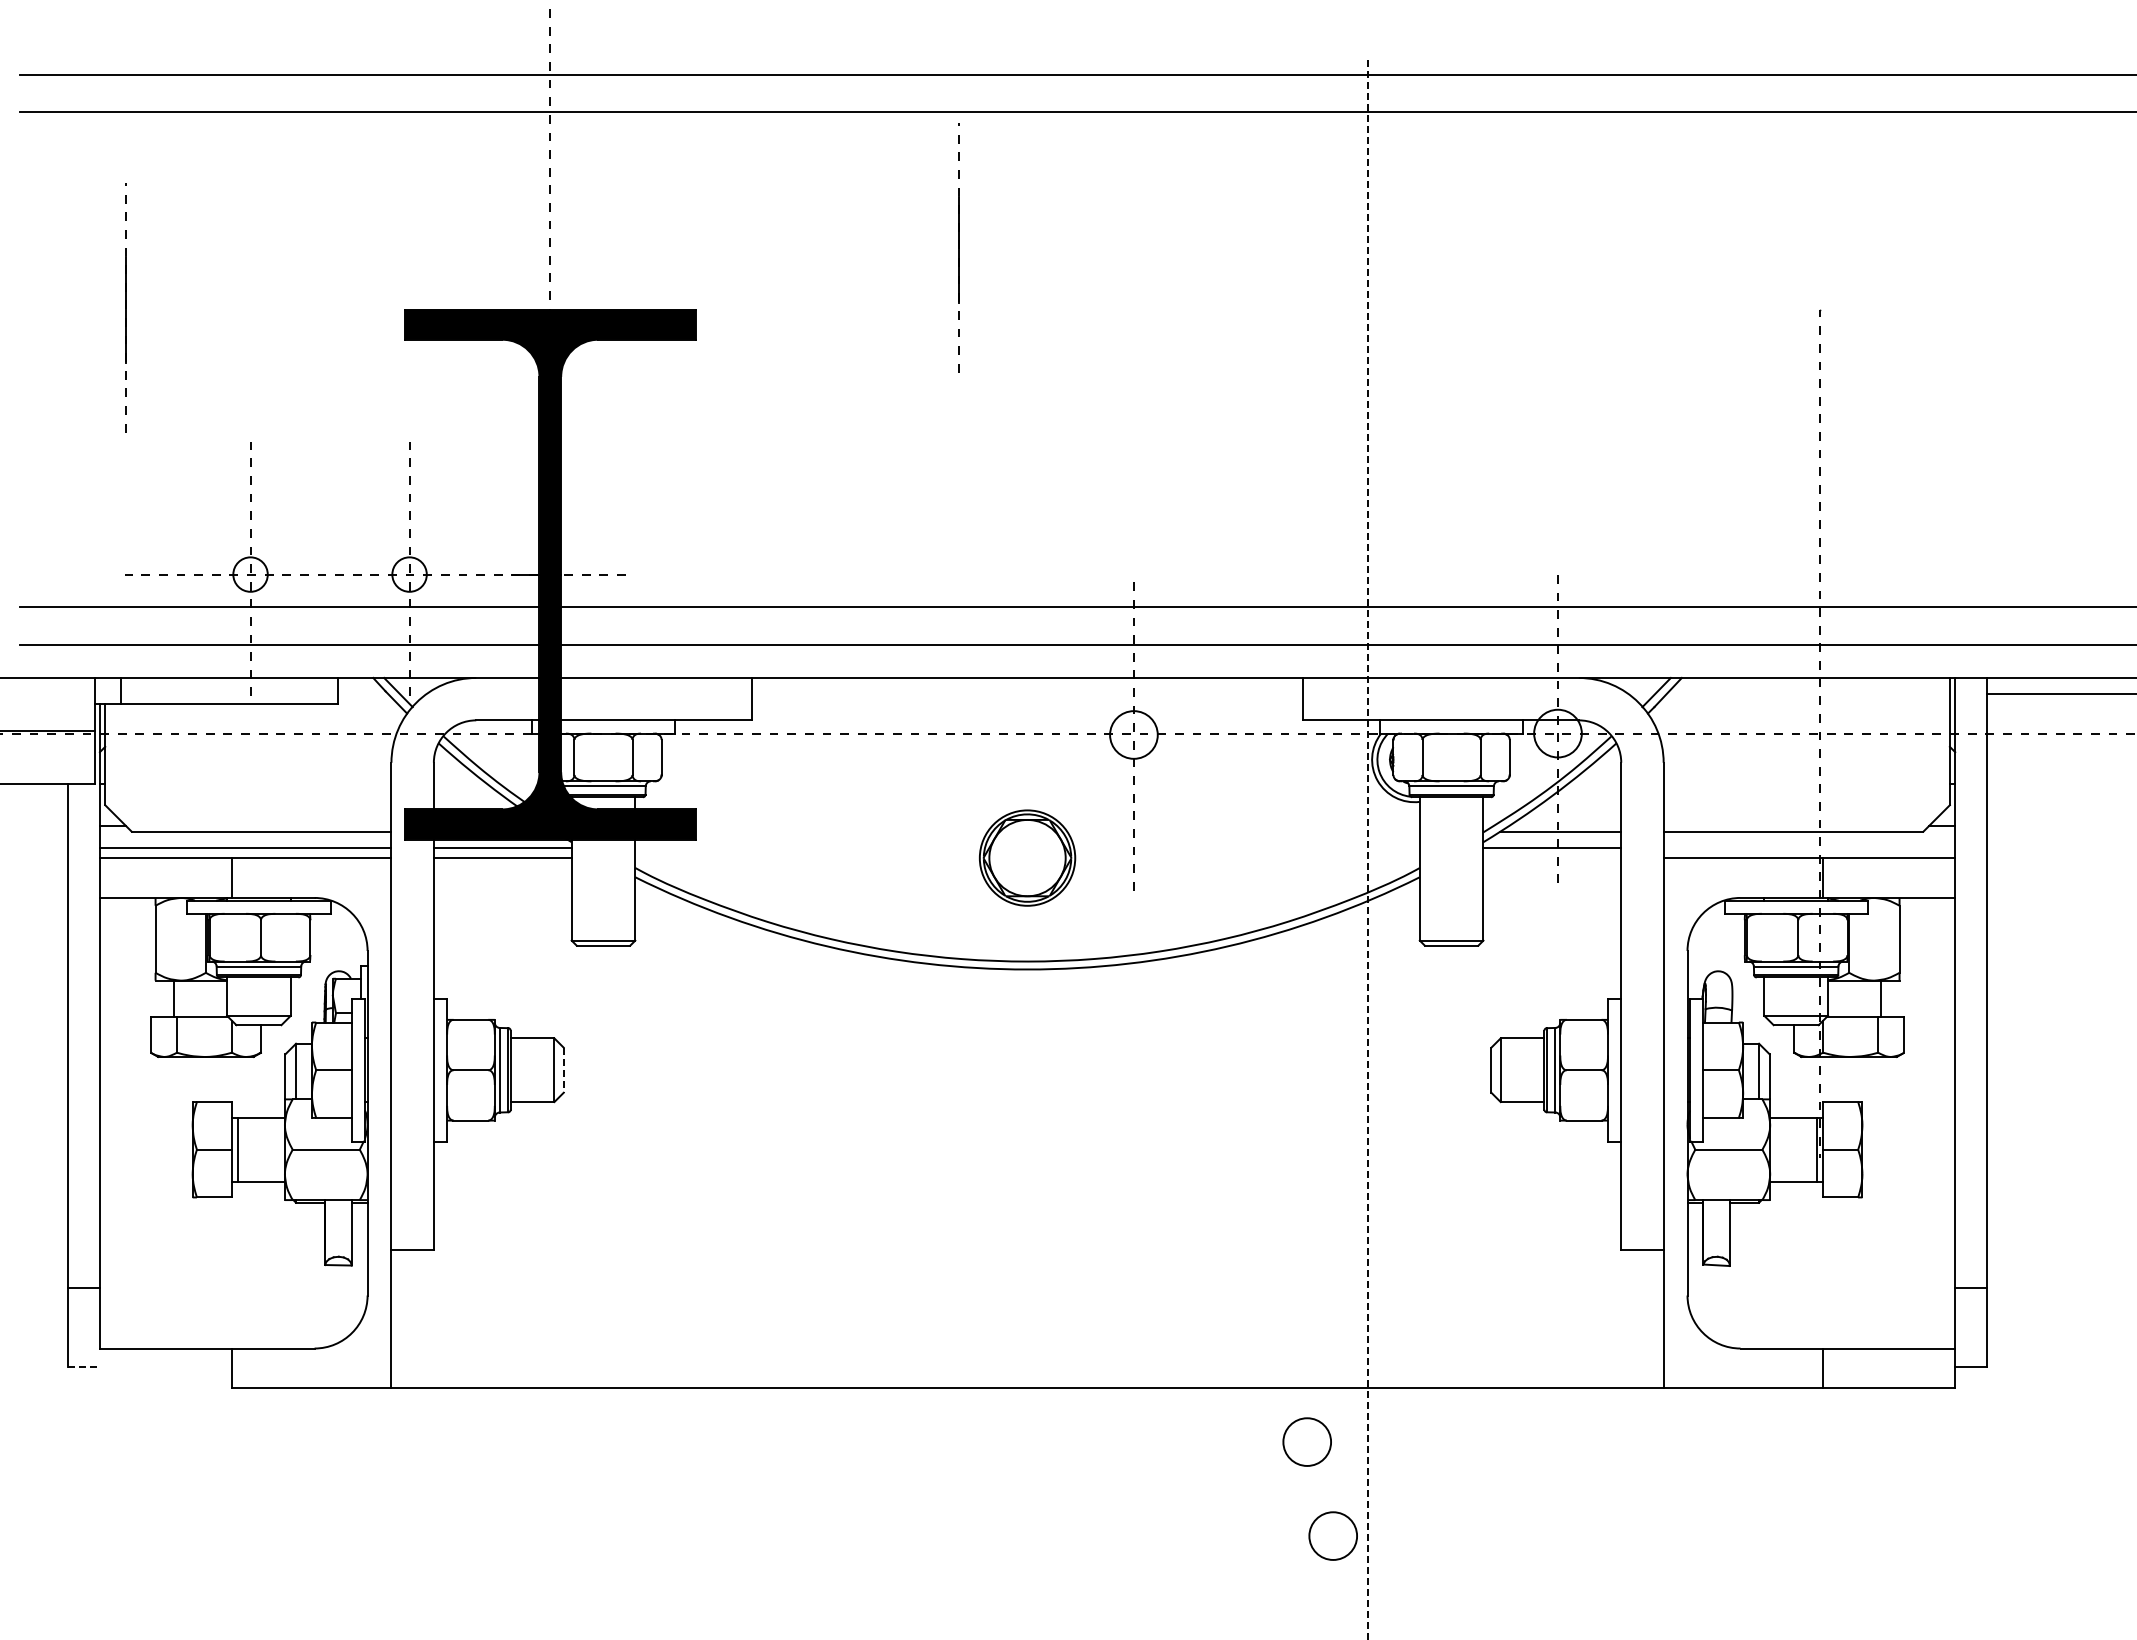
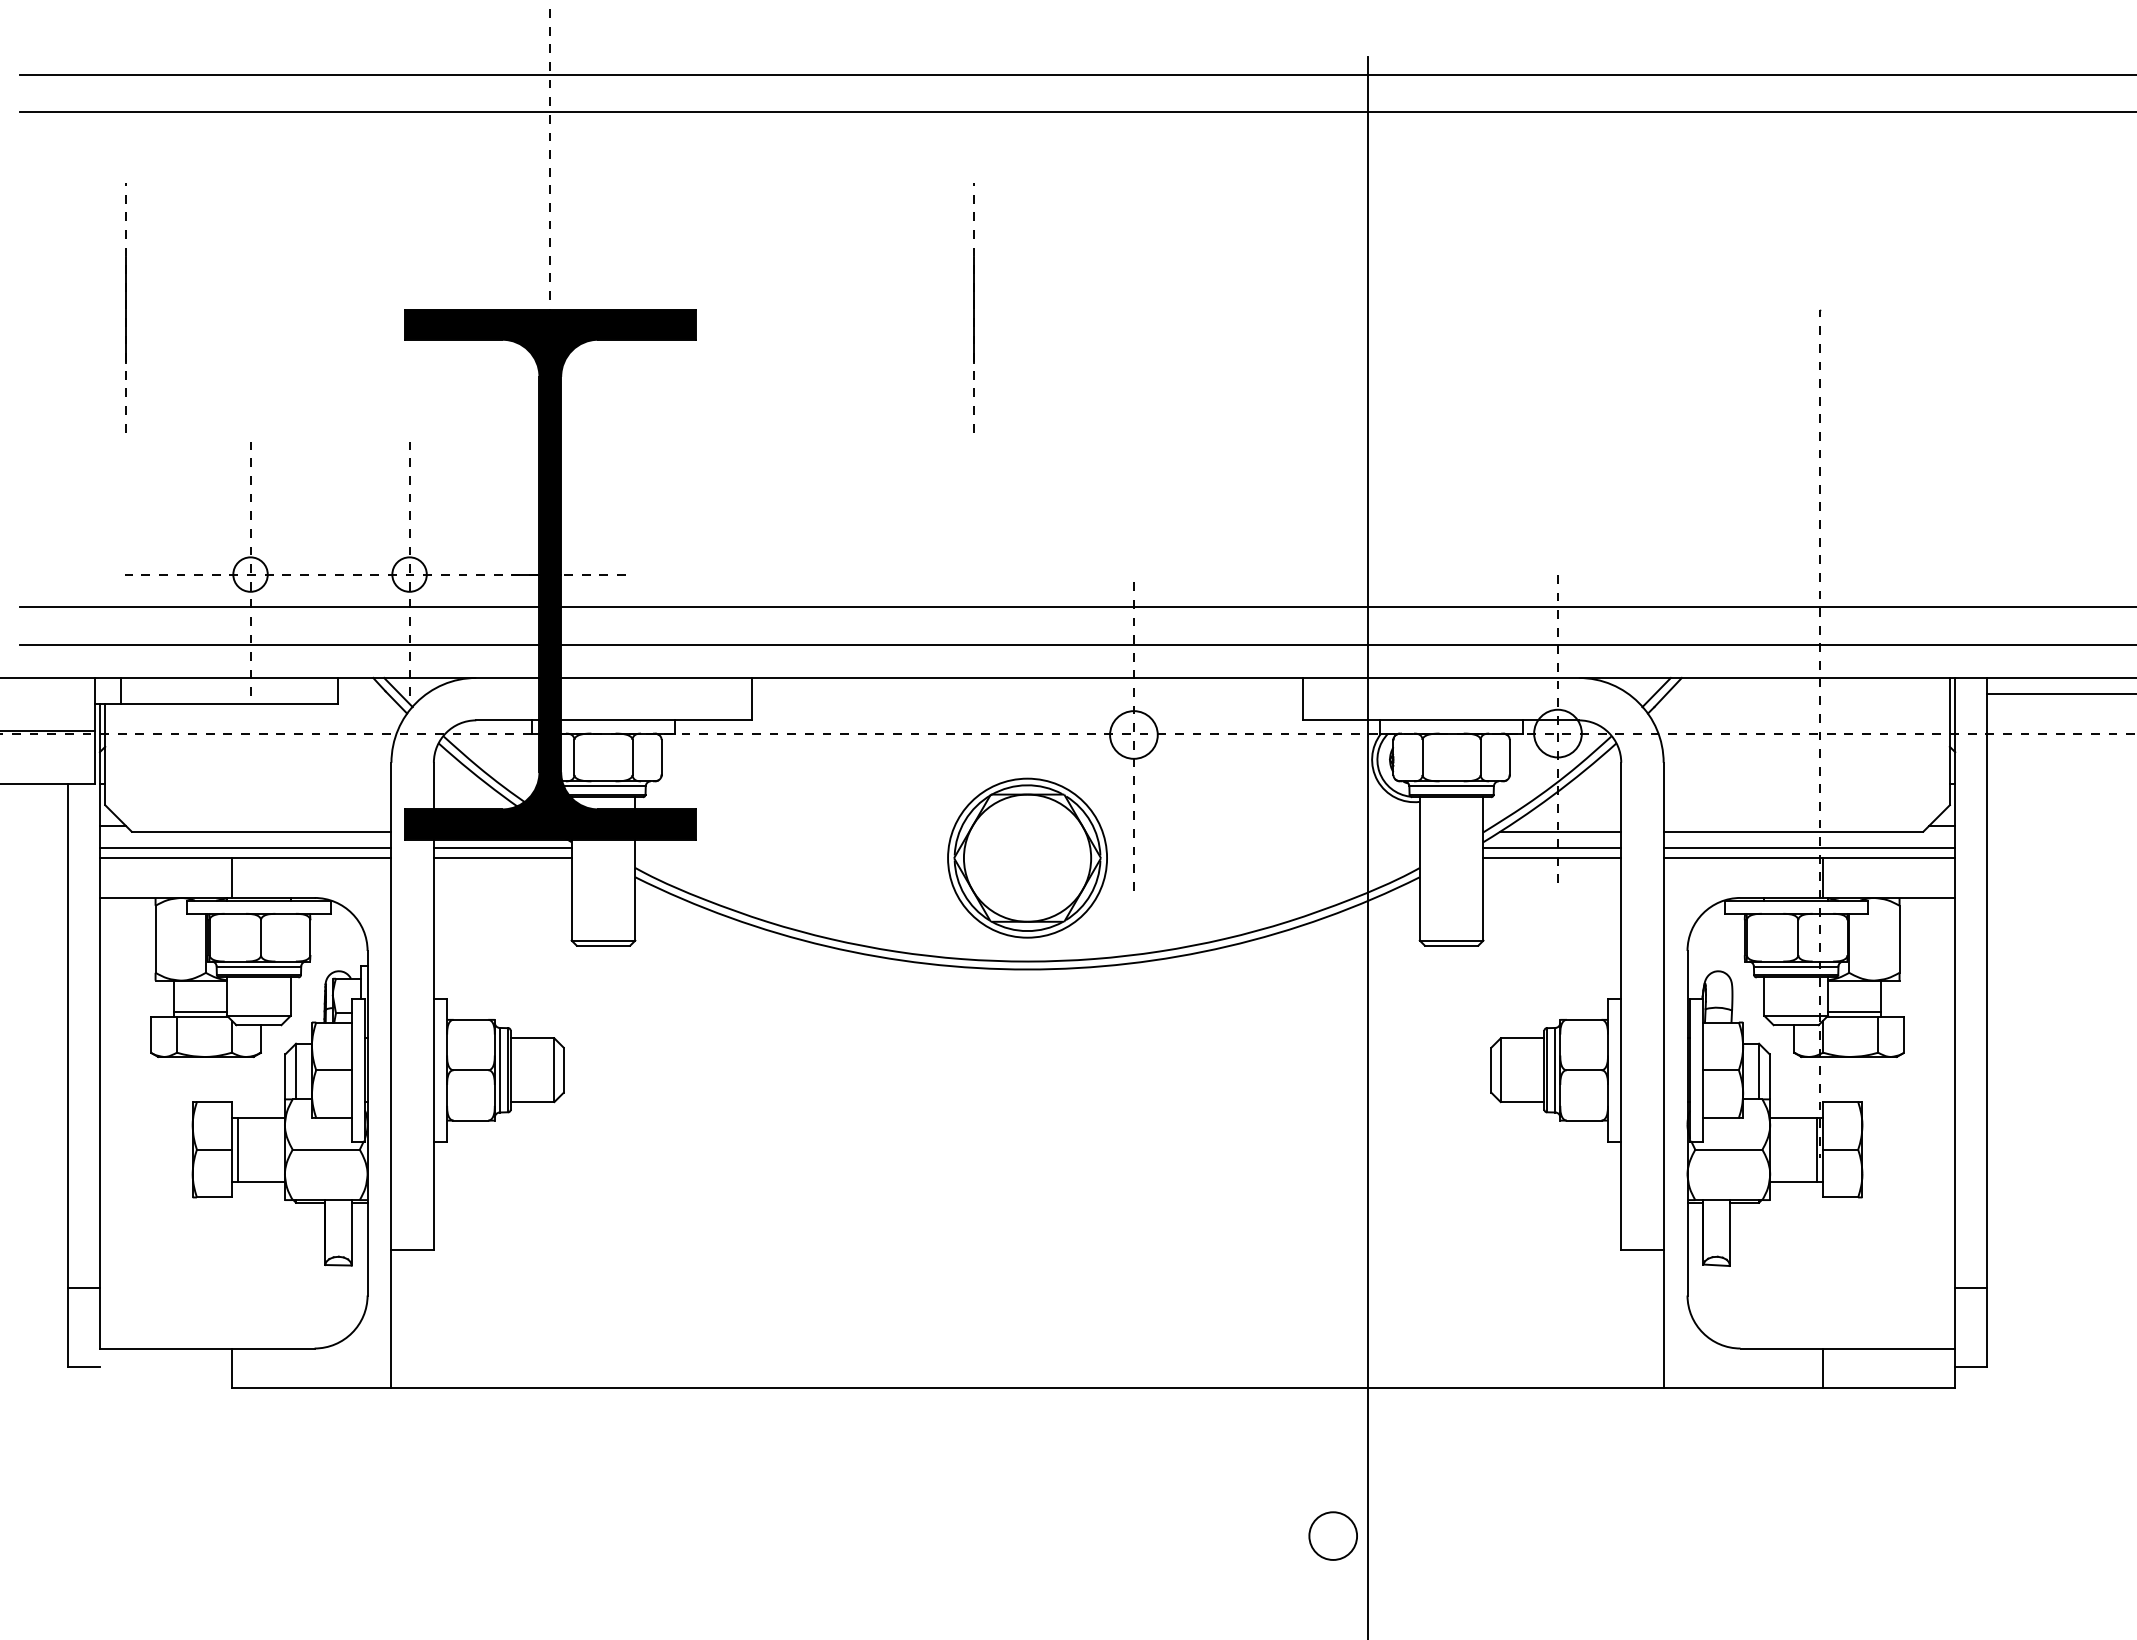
line at (958, 247) position: (958, 247) -> (973, 307)
line at (1809, 847): none -> present
line at (1368, 848): dashed -> solid
part at (1027, 857) size: 98x98 px -> 161x162 px
line at (1552, 858): none -> present
line at (200, 1011): none -> present
line at (1853, 1011): none -> present
line at (563, 1070): dashed -> solid
line at (84, 1367): dashed -> solid
circle at (1306, 1441): present -> none
